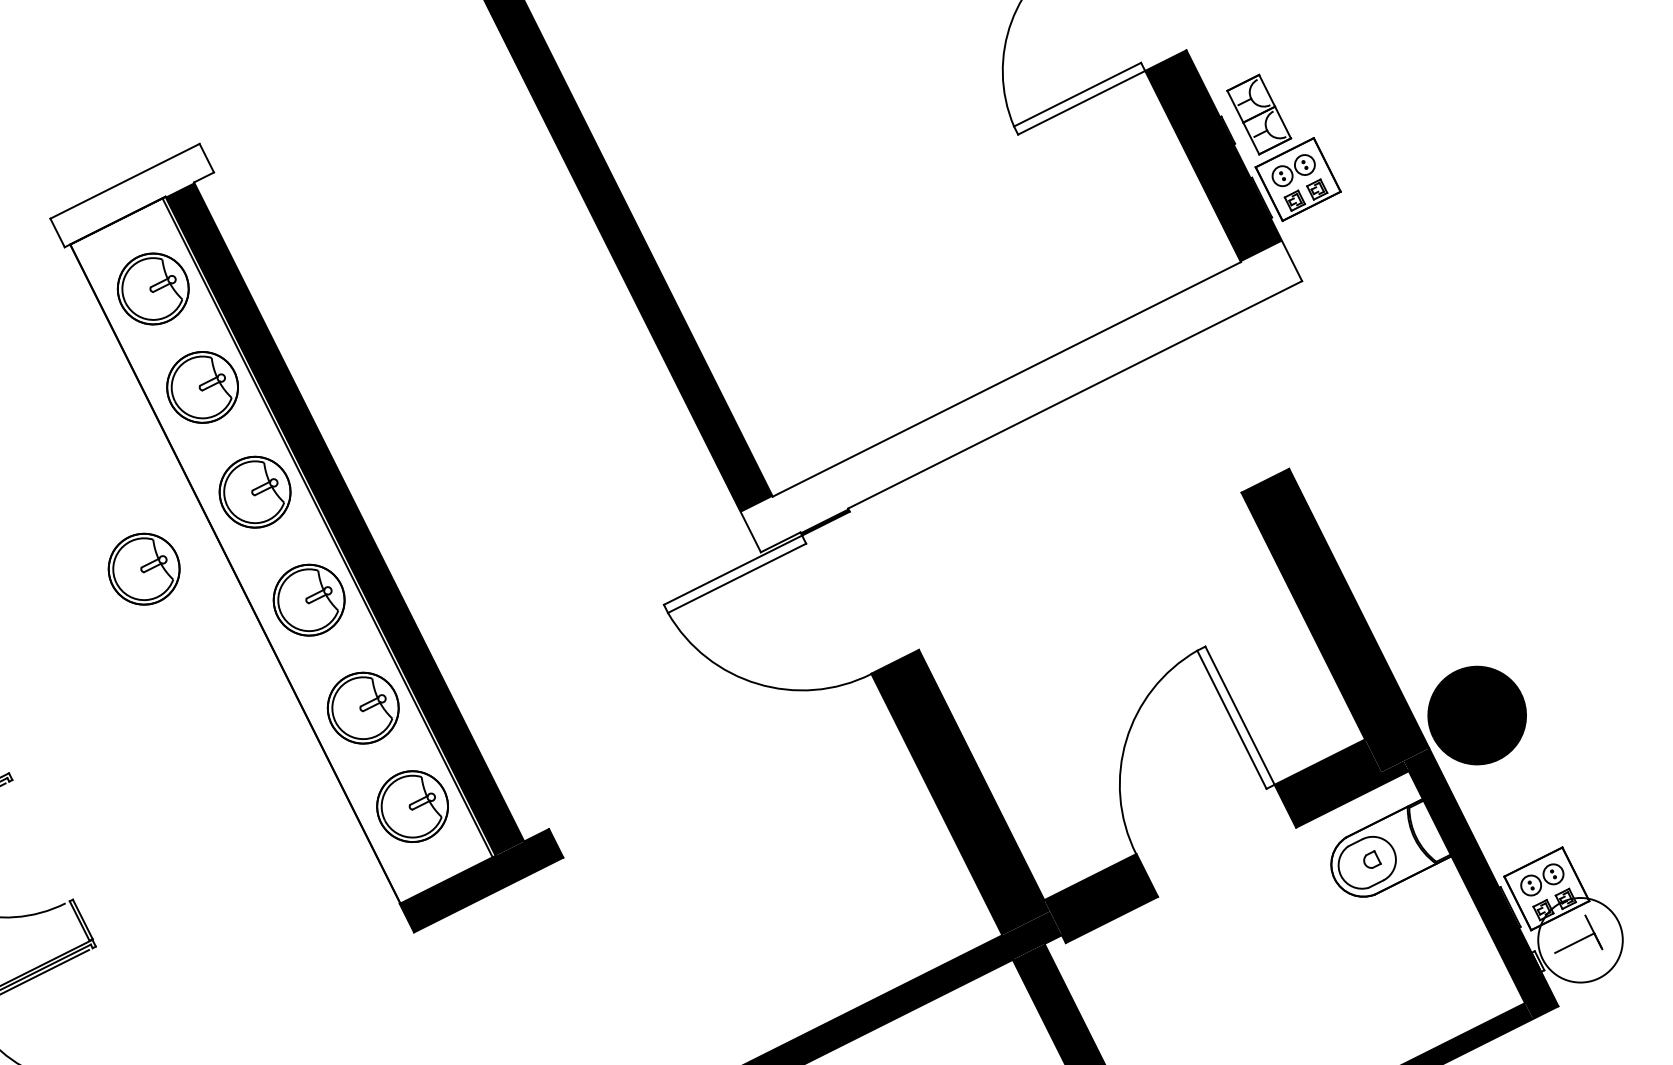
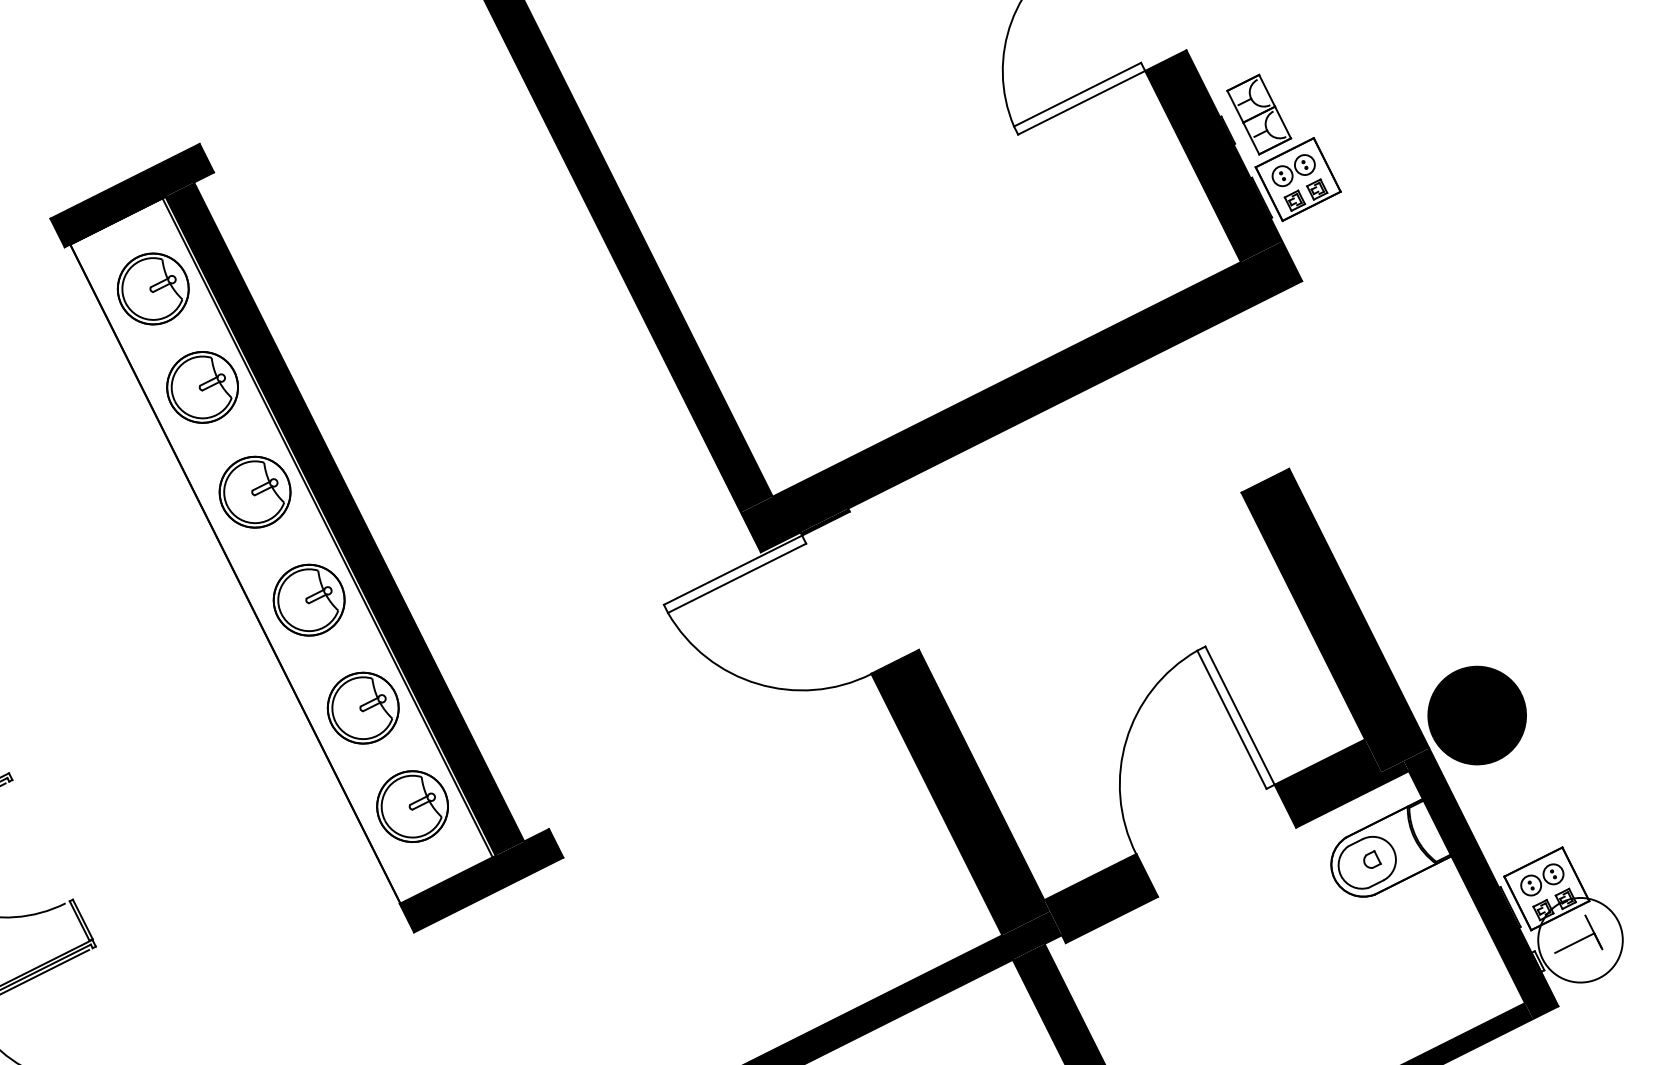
fill at (131, 195): none -> present
fill at (1021, 396): none -> present
part at (143, 568): present -> none
